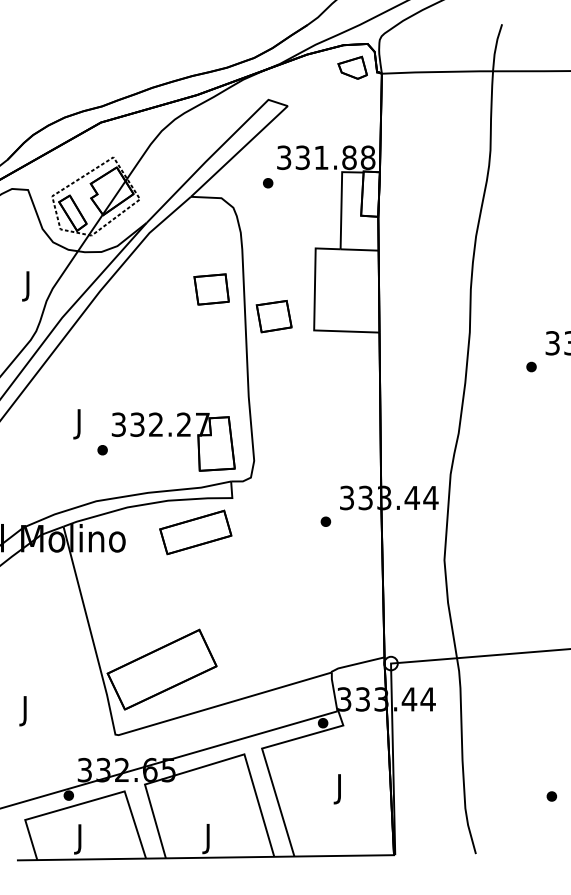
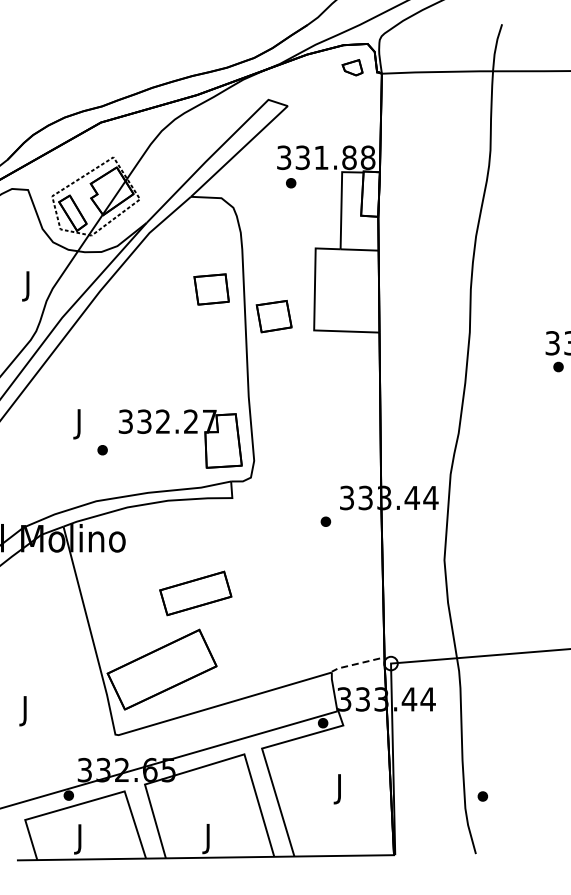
part at (352, 67) size: 31x25 px -> 23x18 px
part at (268, 183) position: (268, 183) -> (291, 183)
part at (531, 366) position: (531, 366) -> (558, 366)
part at (173, 441) position: (173, 441) -> (180, 438)
part at (195, 532) position: (195, 532) -> (195, 593)
line at (356, 664): solid -> dashed
part at (551, 796) position: (551, 796) -> (482, 796)
